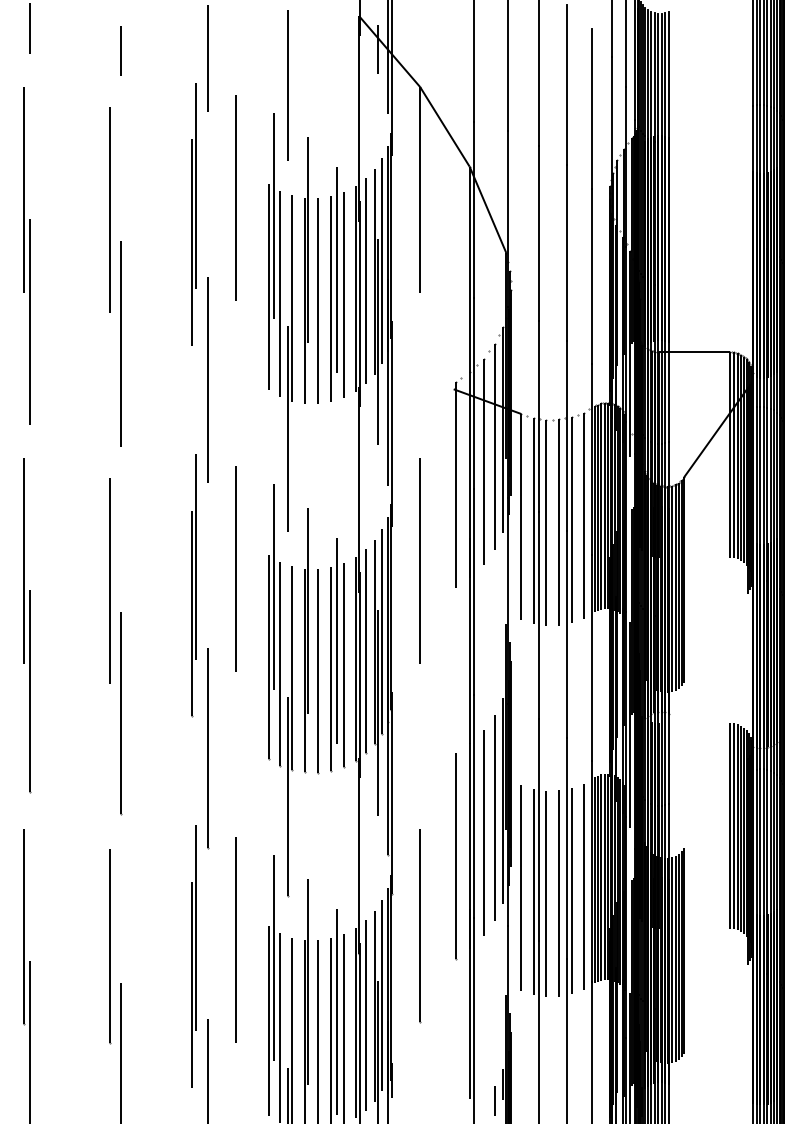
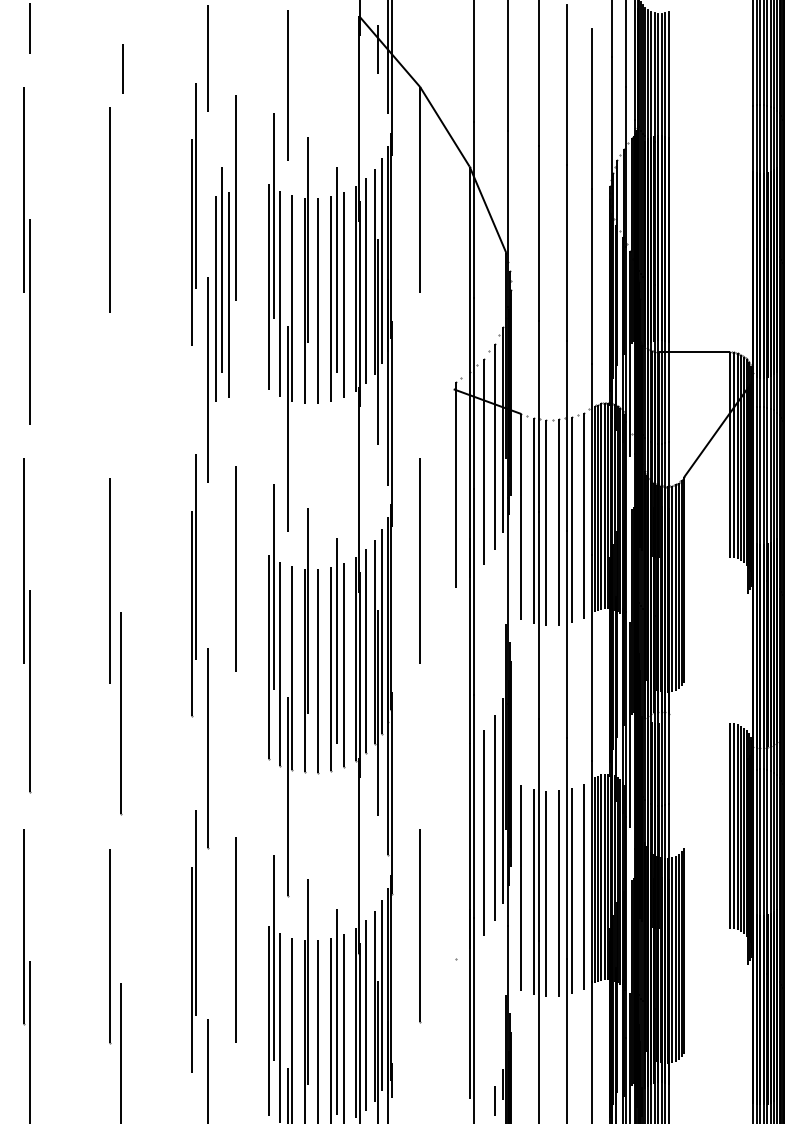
line at (120, 50) position: (120, 50) -> (122, 68)
part at (222, 284): none -> present
line at (120, 343): present -> none
line at (455, 855): present -> none
part at (193, 956) position: (193, 956) -> (193, 941)
